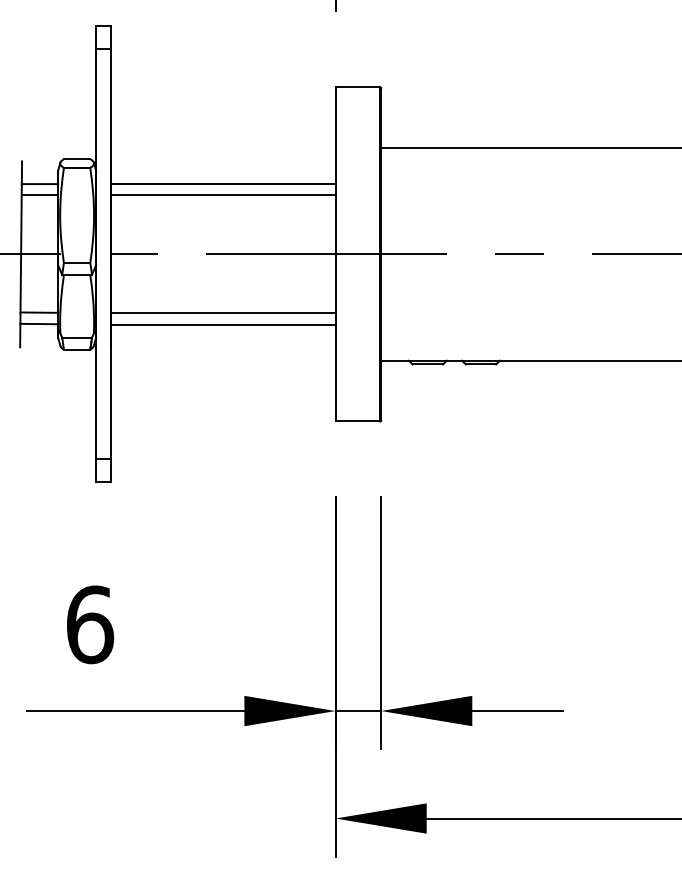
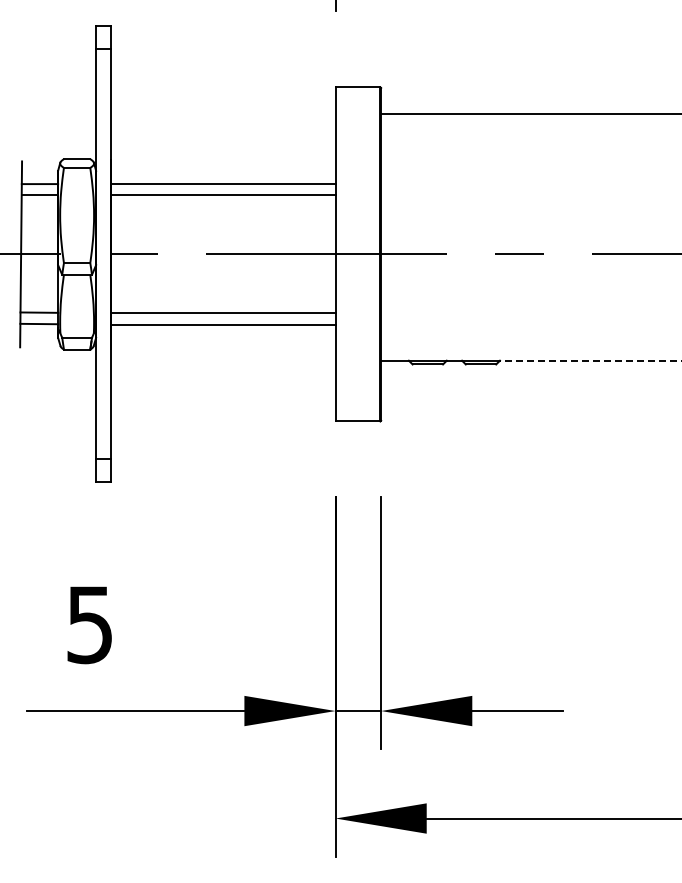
line at (529, 148) position: (529, 148) -> (529, 114)
line at (590, 360): solid -> dashed
text at (90, 624): 6 -> 5
